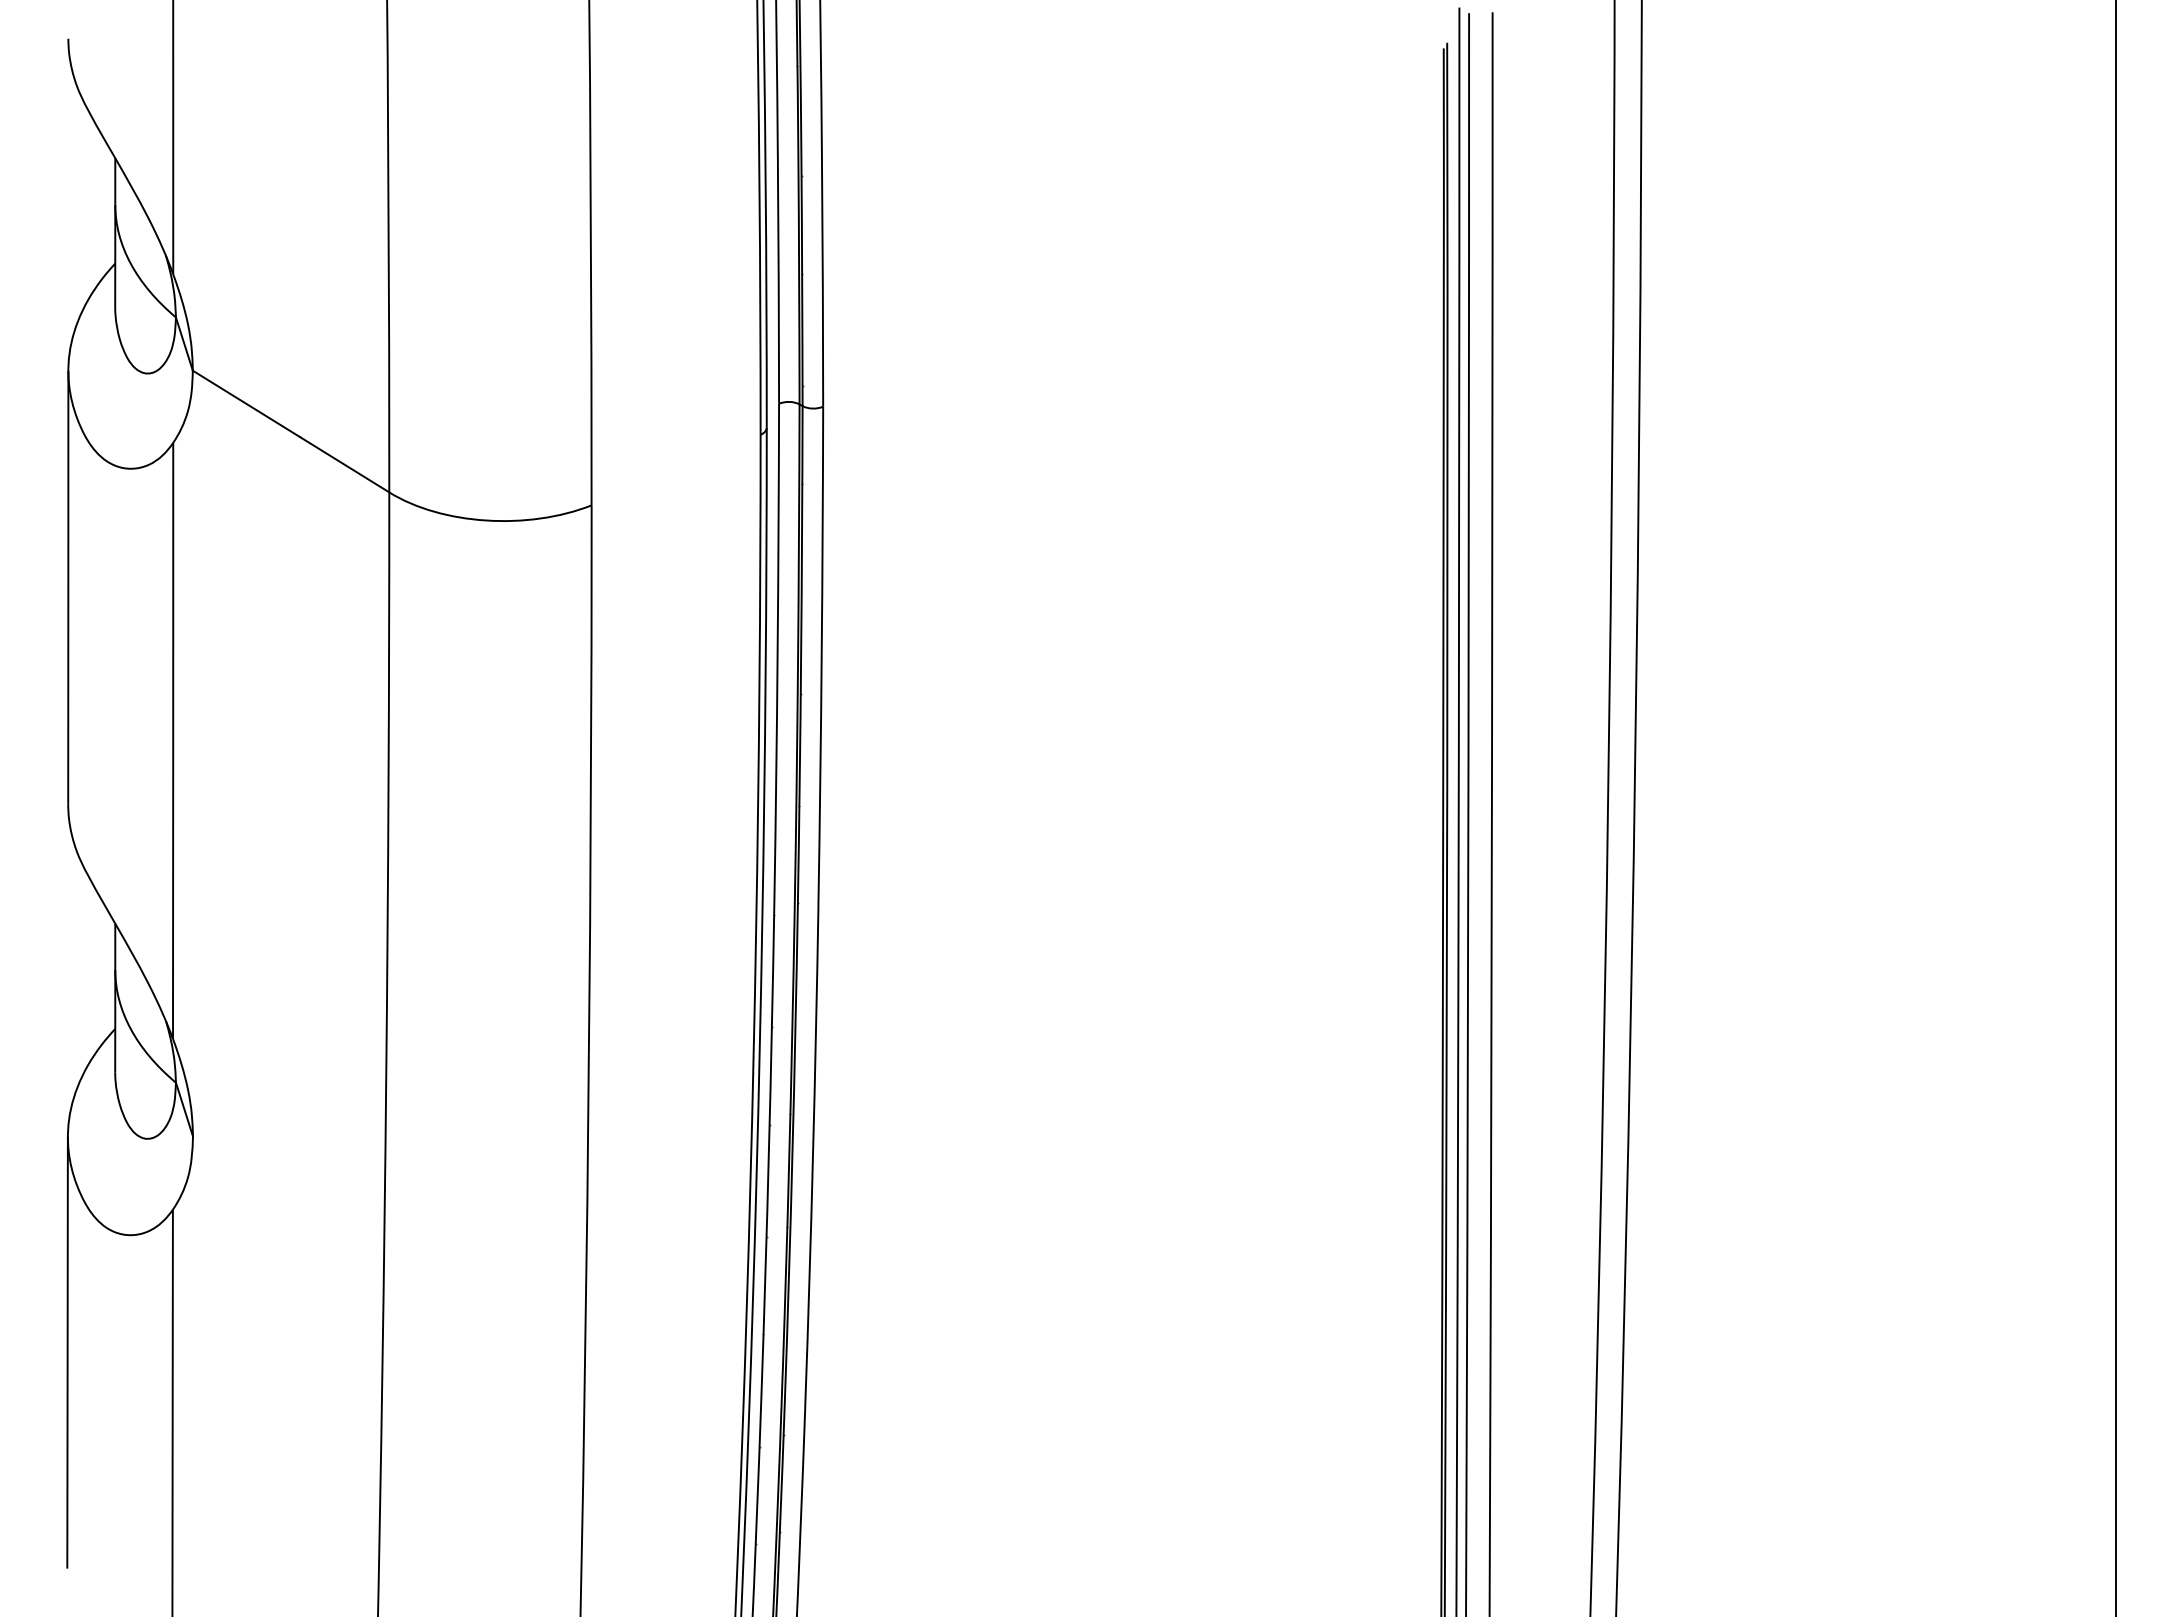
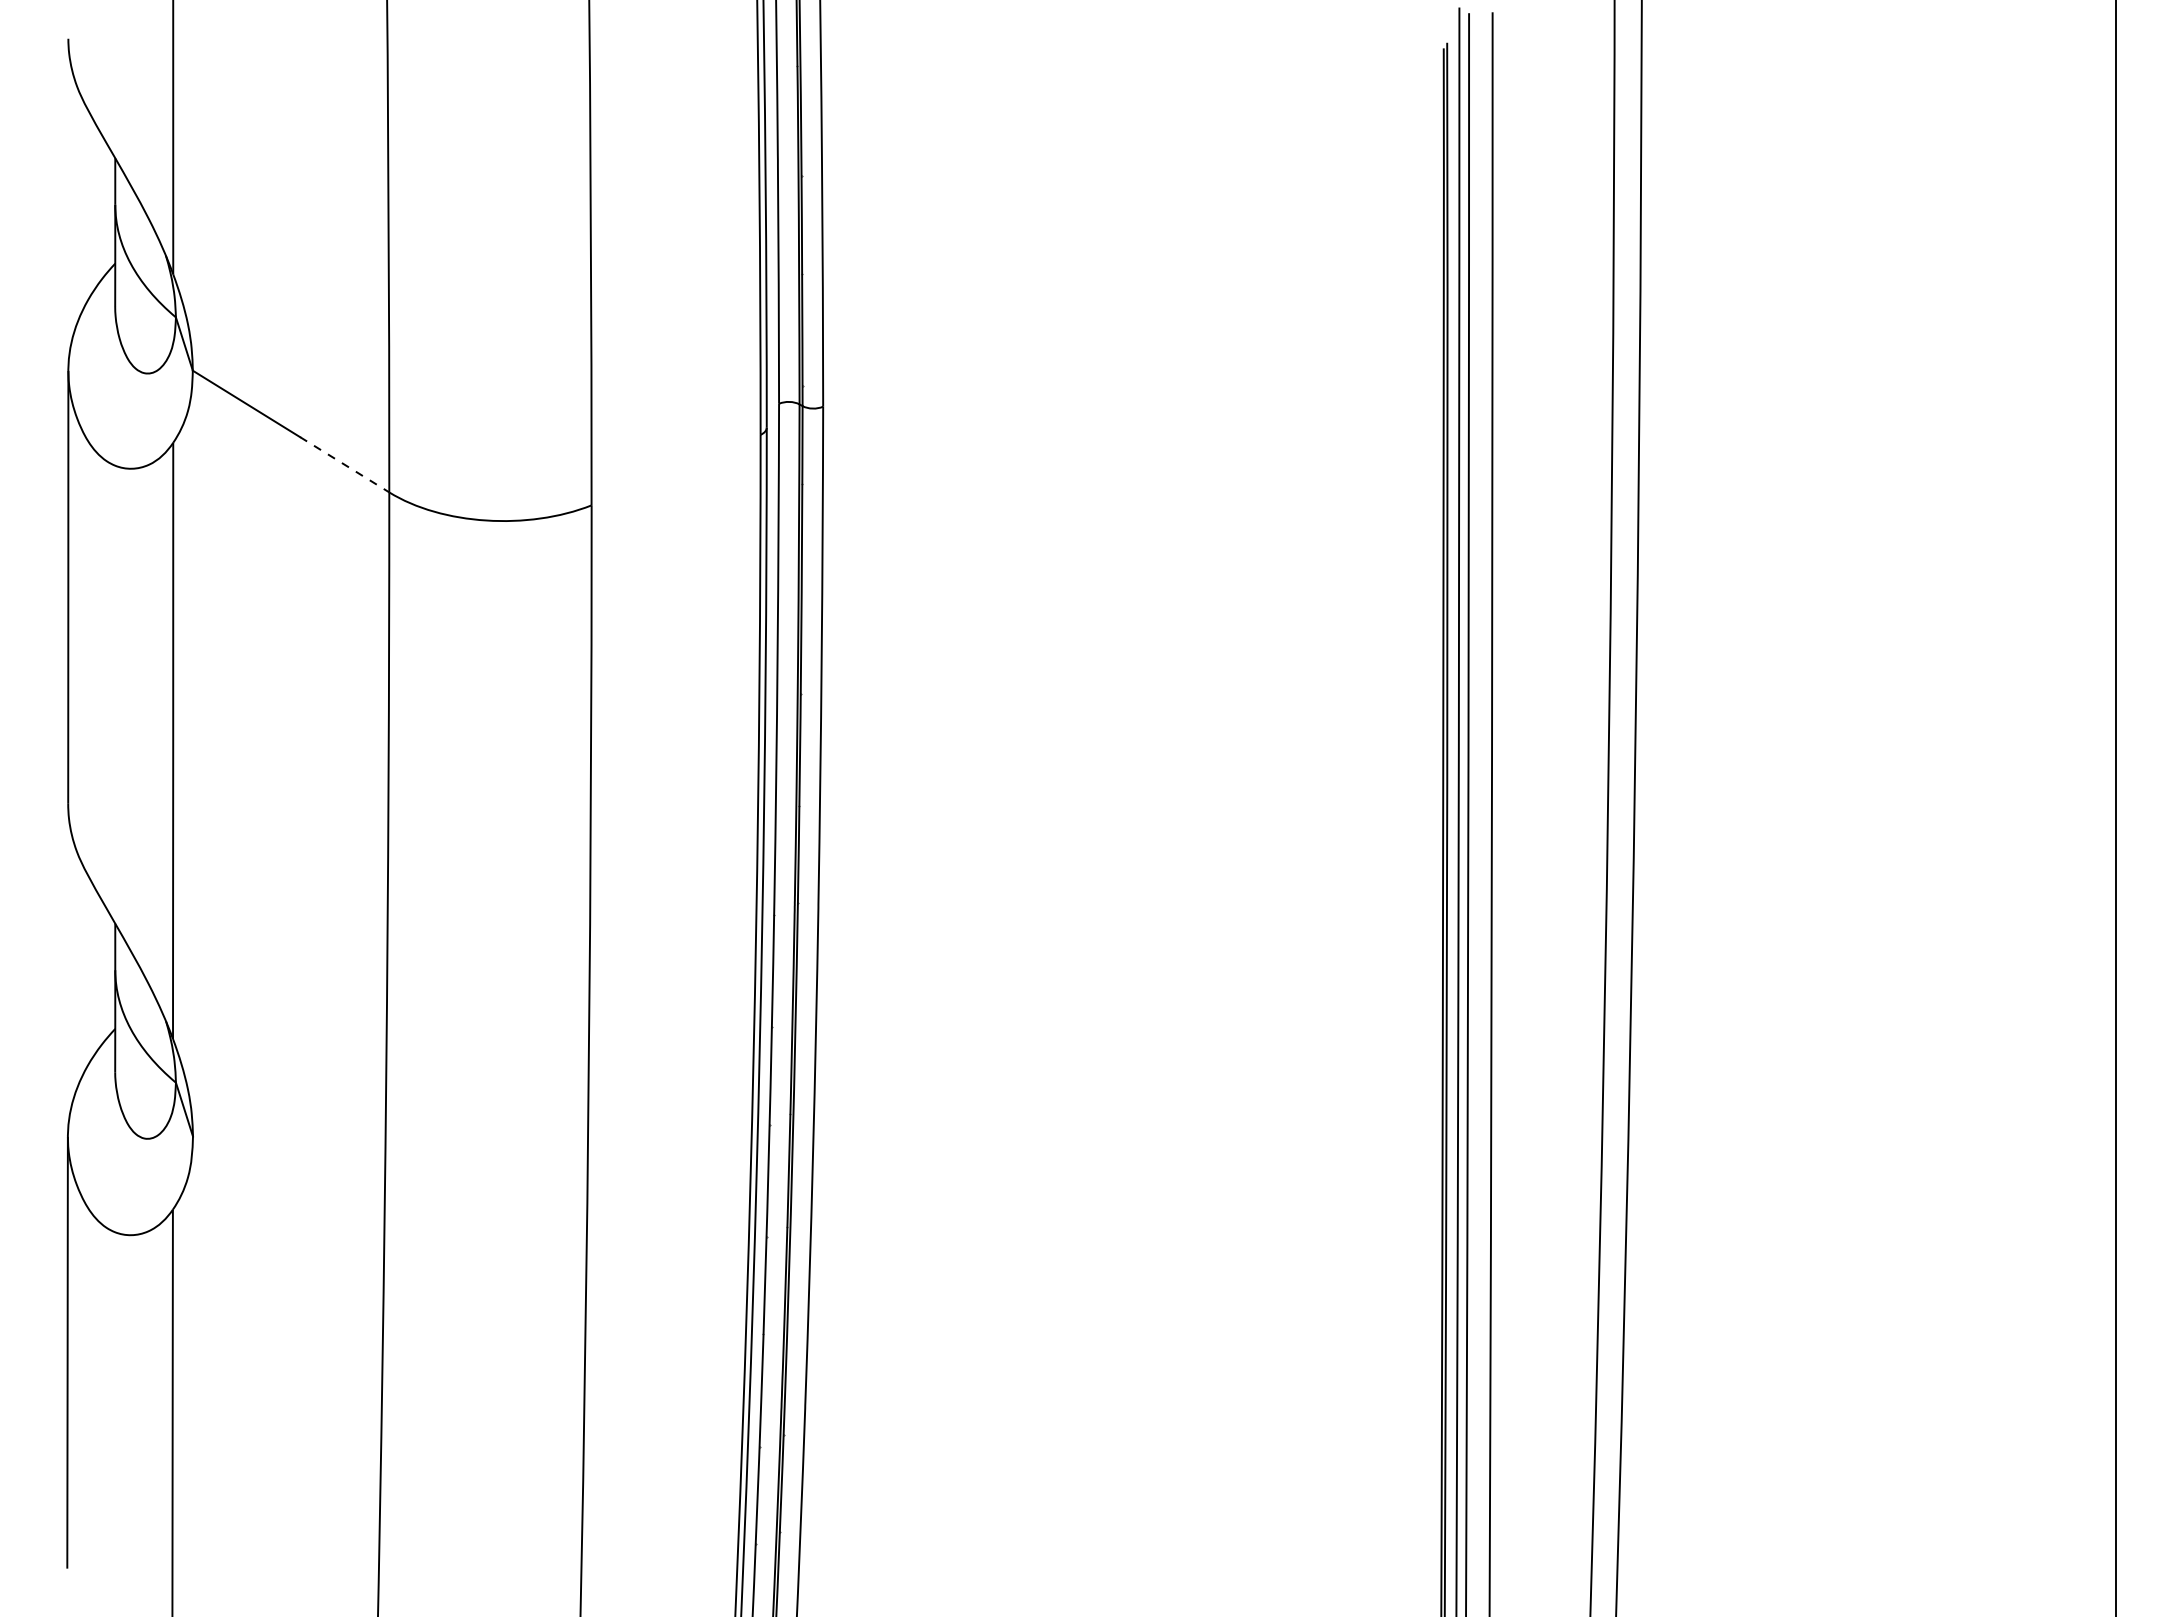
line at (345, 465): solid -> dashed
